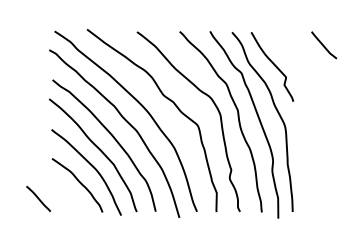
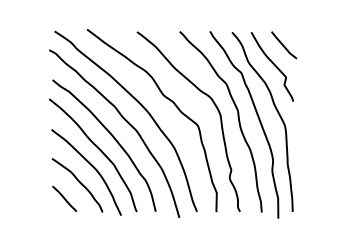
curve at (324, 45) position: (324, 45) -> (284, 45)
line at (38, 198) position: (38, 198) -> (64, 198)
